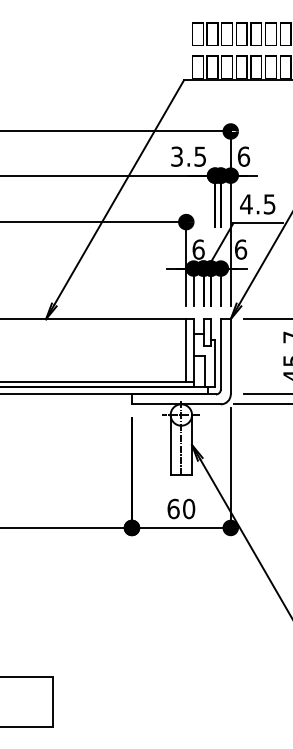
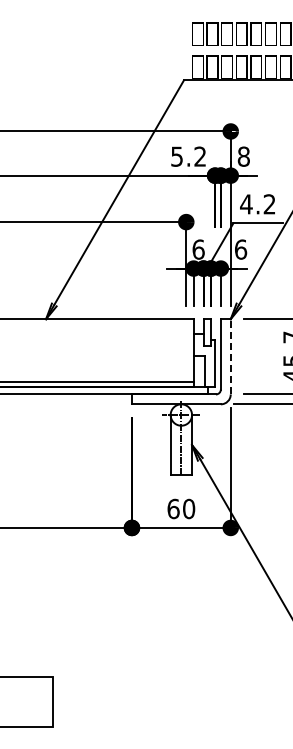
text at (188, 156): 3.5 -> 5.2
text at (243, 156): 6 -> 8
text at (269, 204): 4.5 -> 4.2
line at (186, 350): present -> none
line at (230, 356): solid -> dashed
